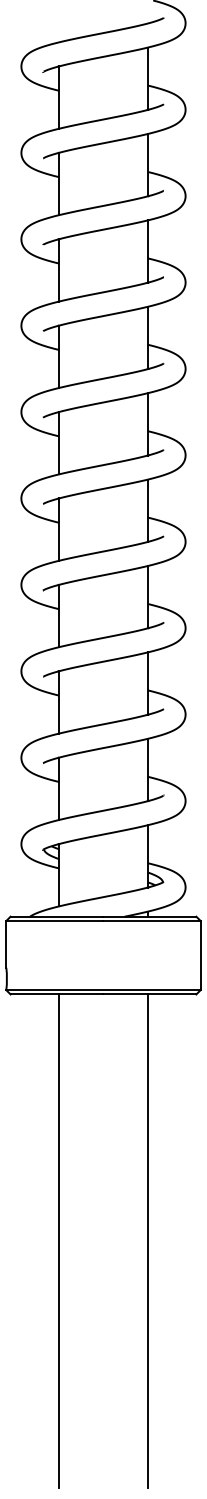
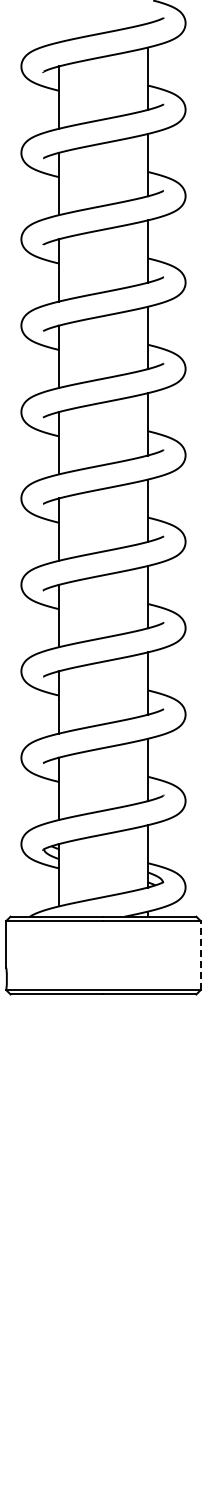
line at (200, 955): solid -> dashed
line at (59, 1241): present -> none
line at (147, 1241): present -> none
